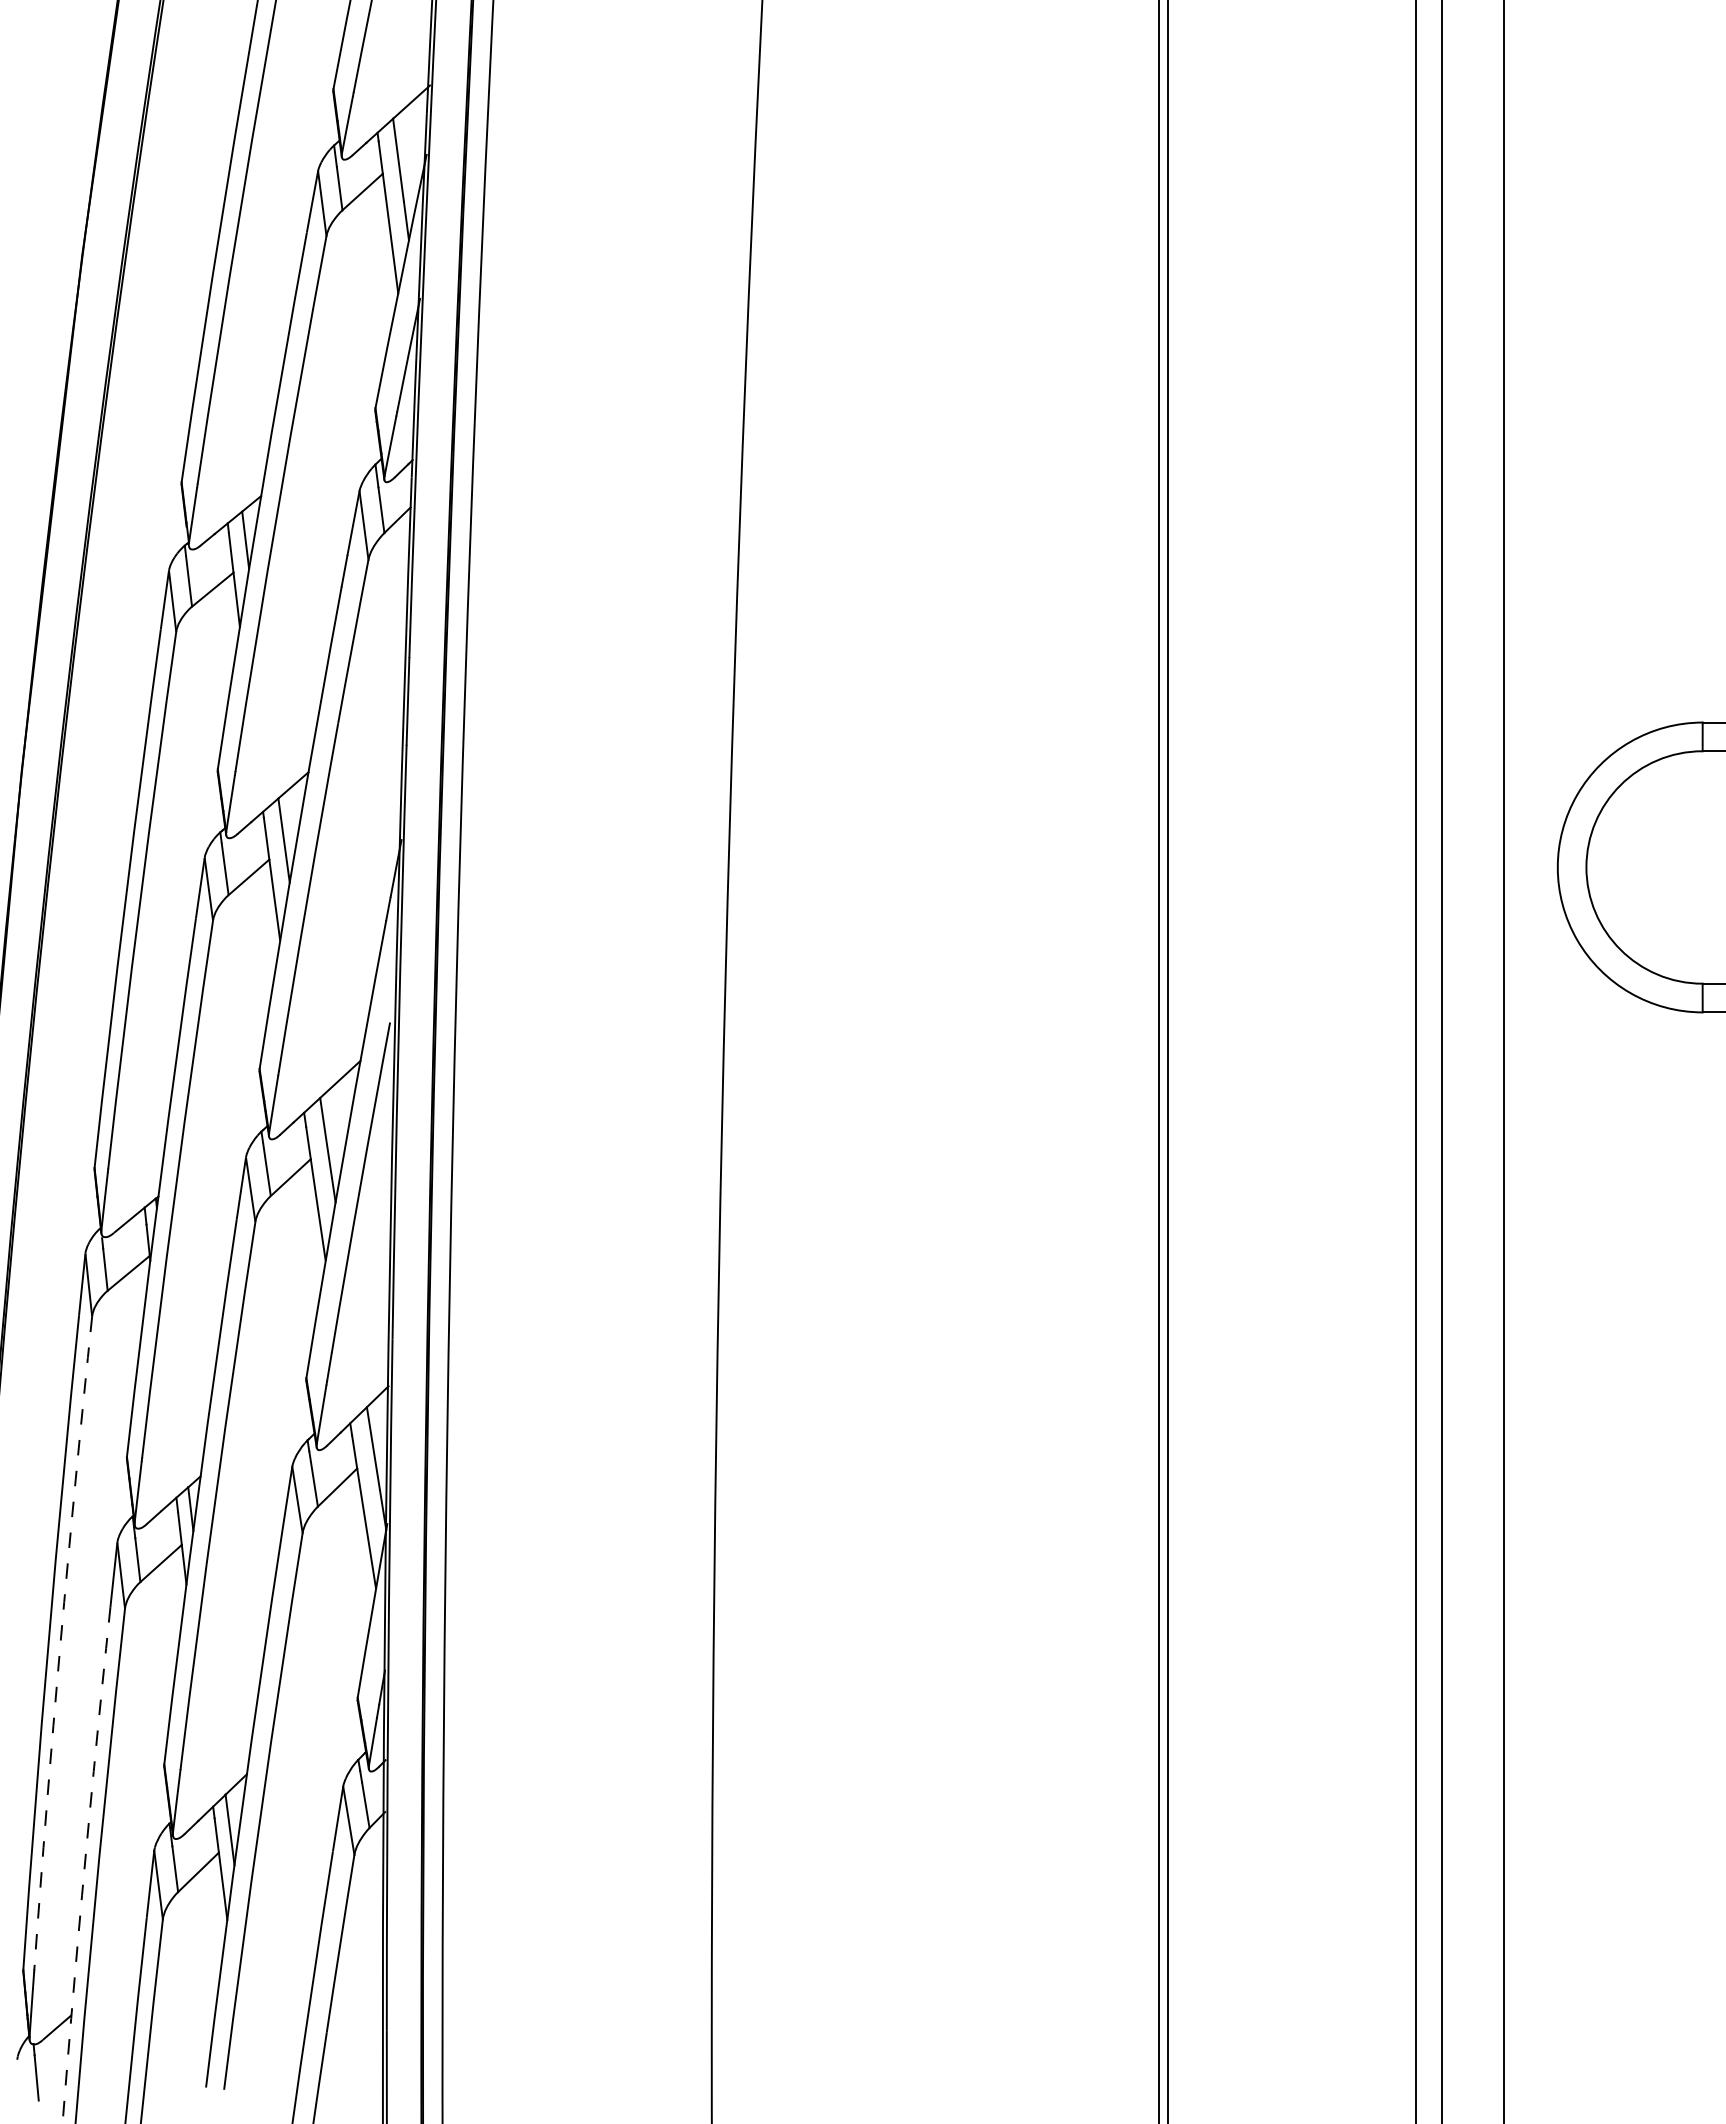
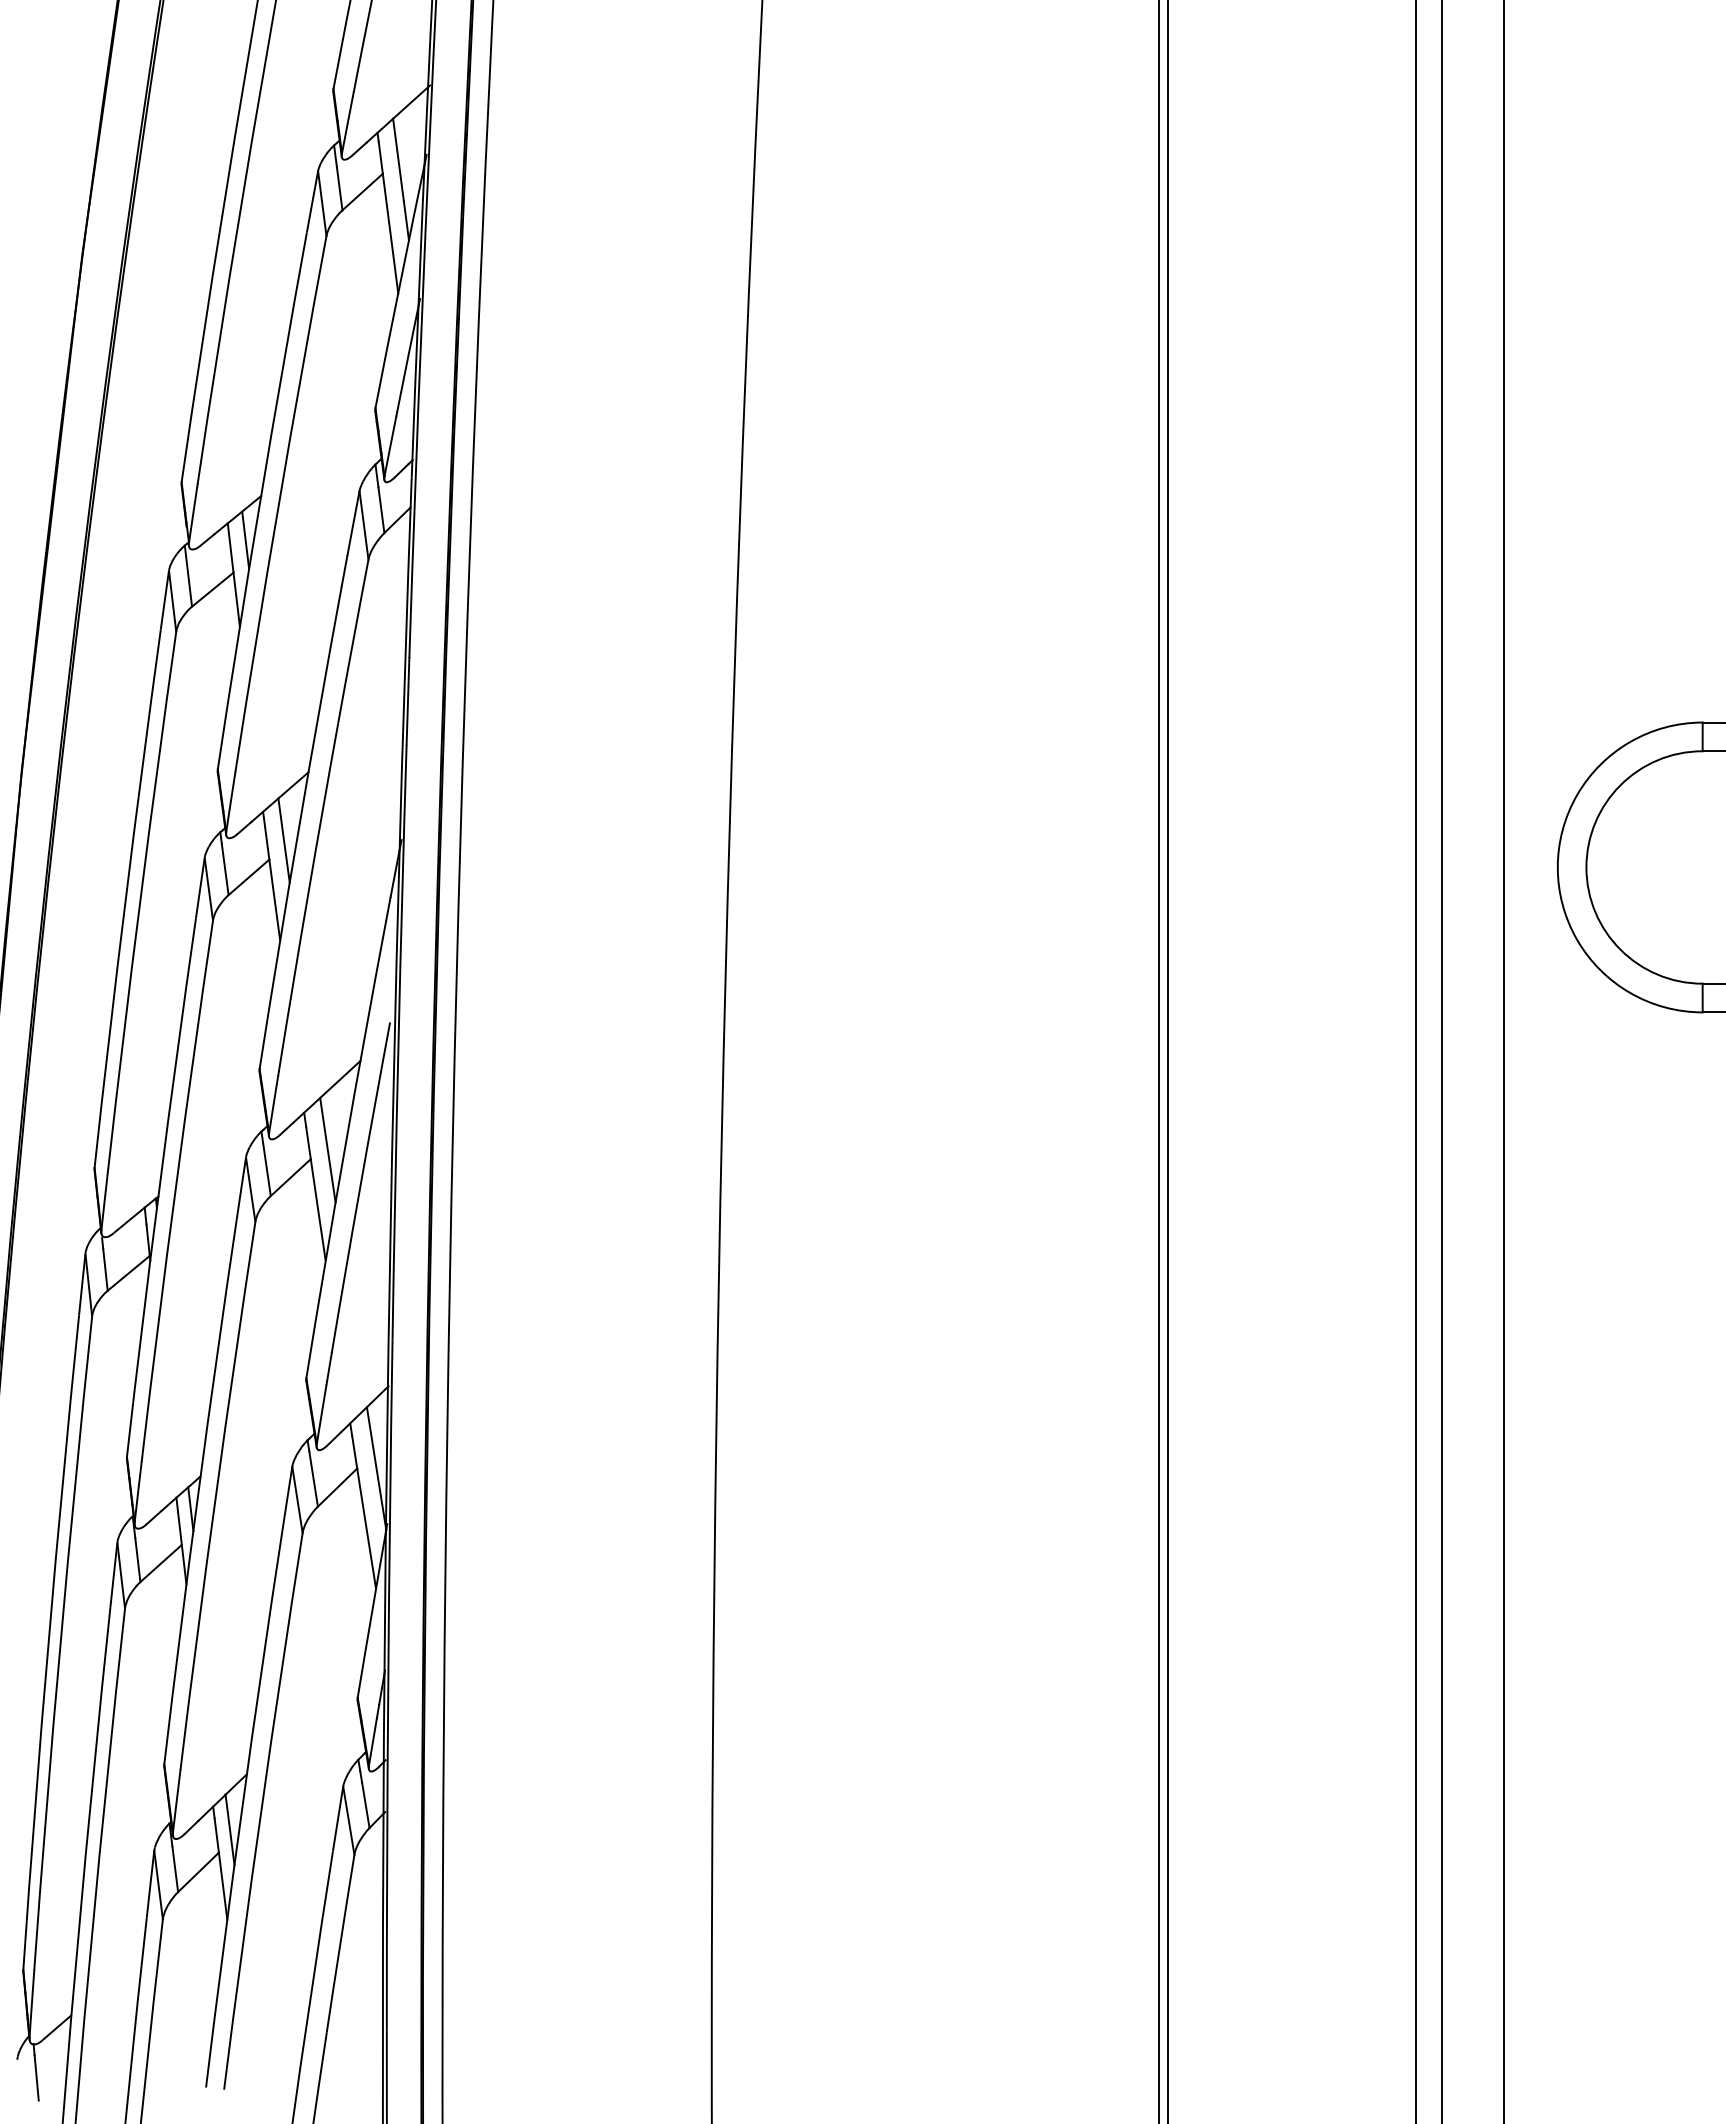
arc at (60, 1643): dashed -> solid
arc at (84, 1865): dashed -> solid
